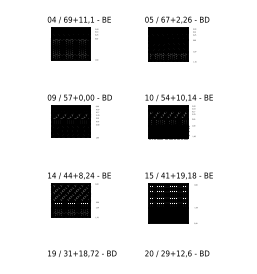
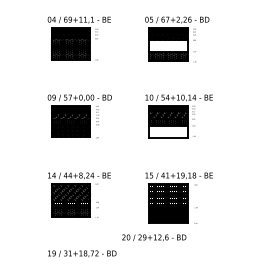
hatch at (167, 45): present -> none
hatch at (167, 131): present -> none
text at (177, 253) position: (177, 253) -> (154, 237)
